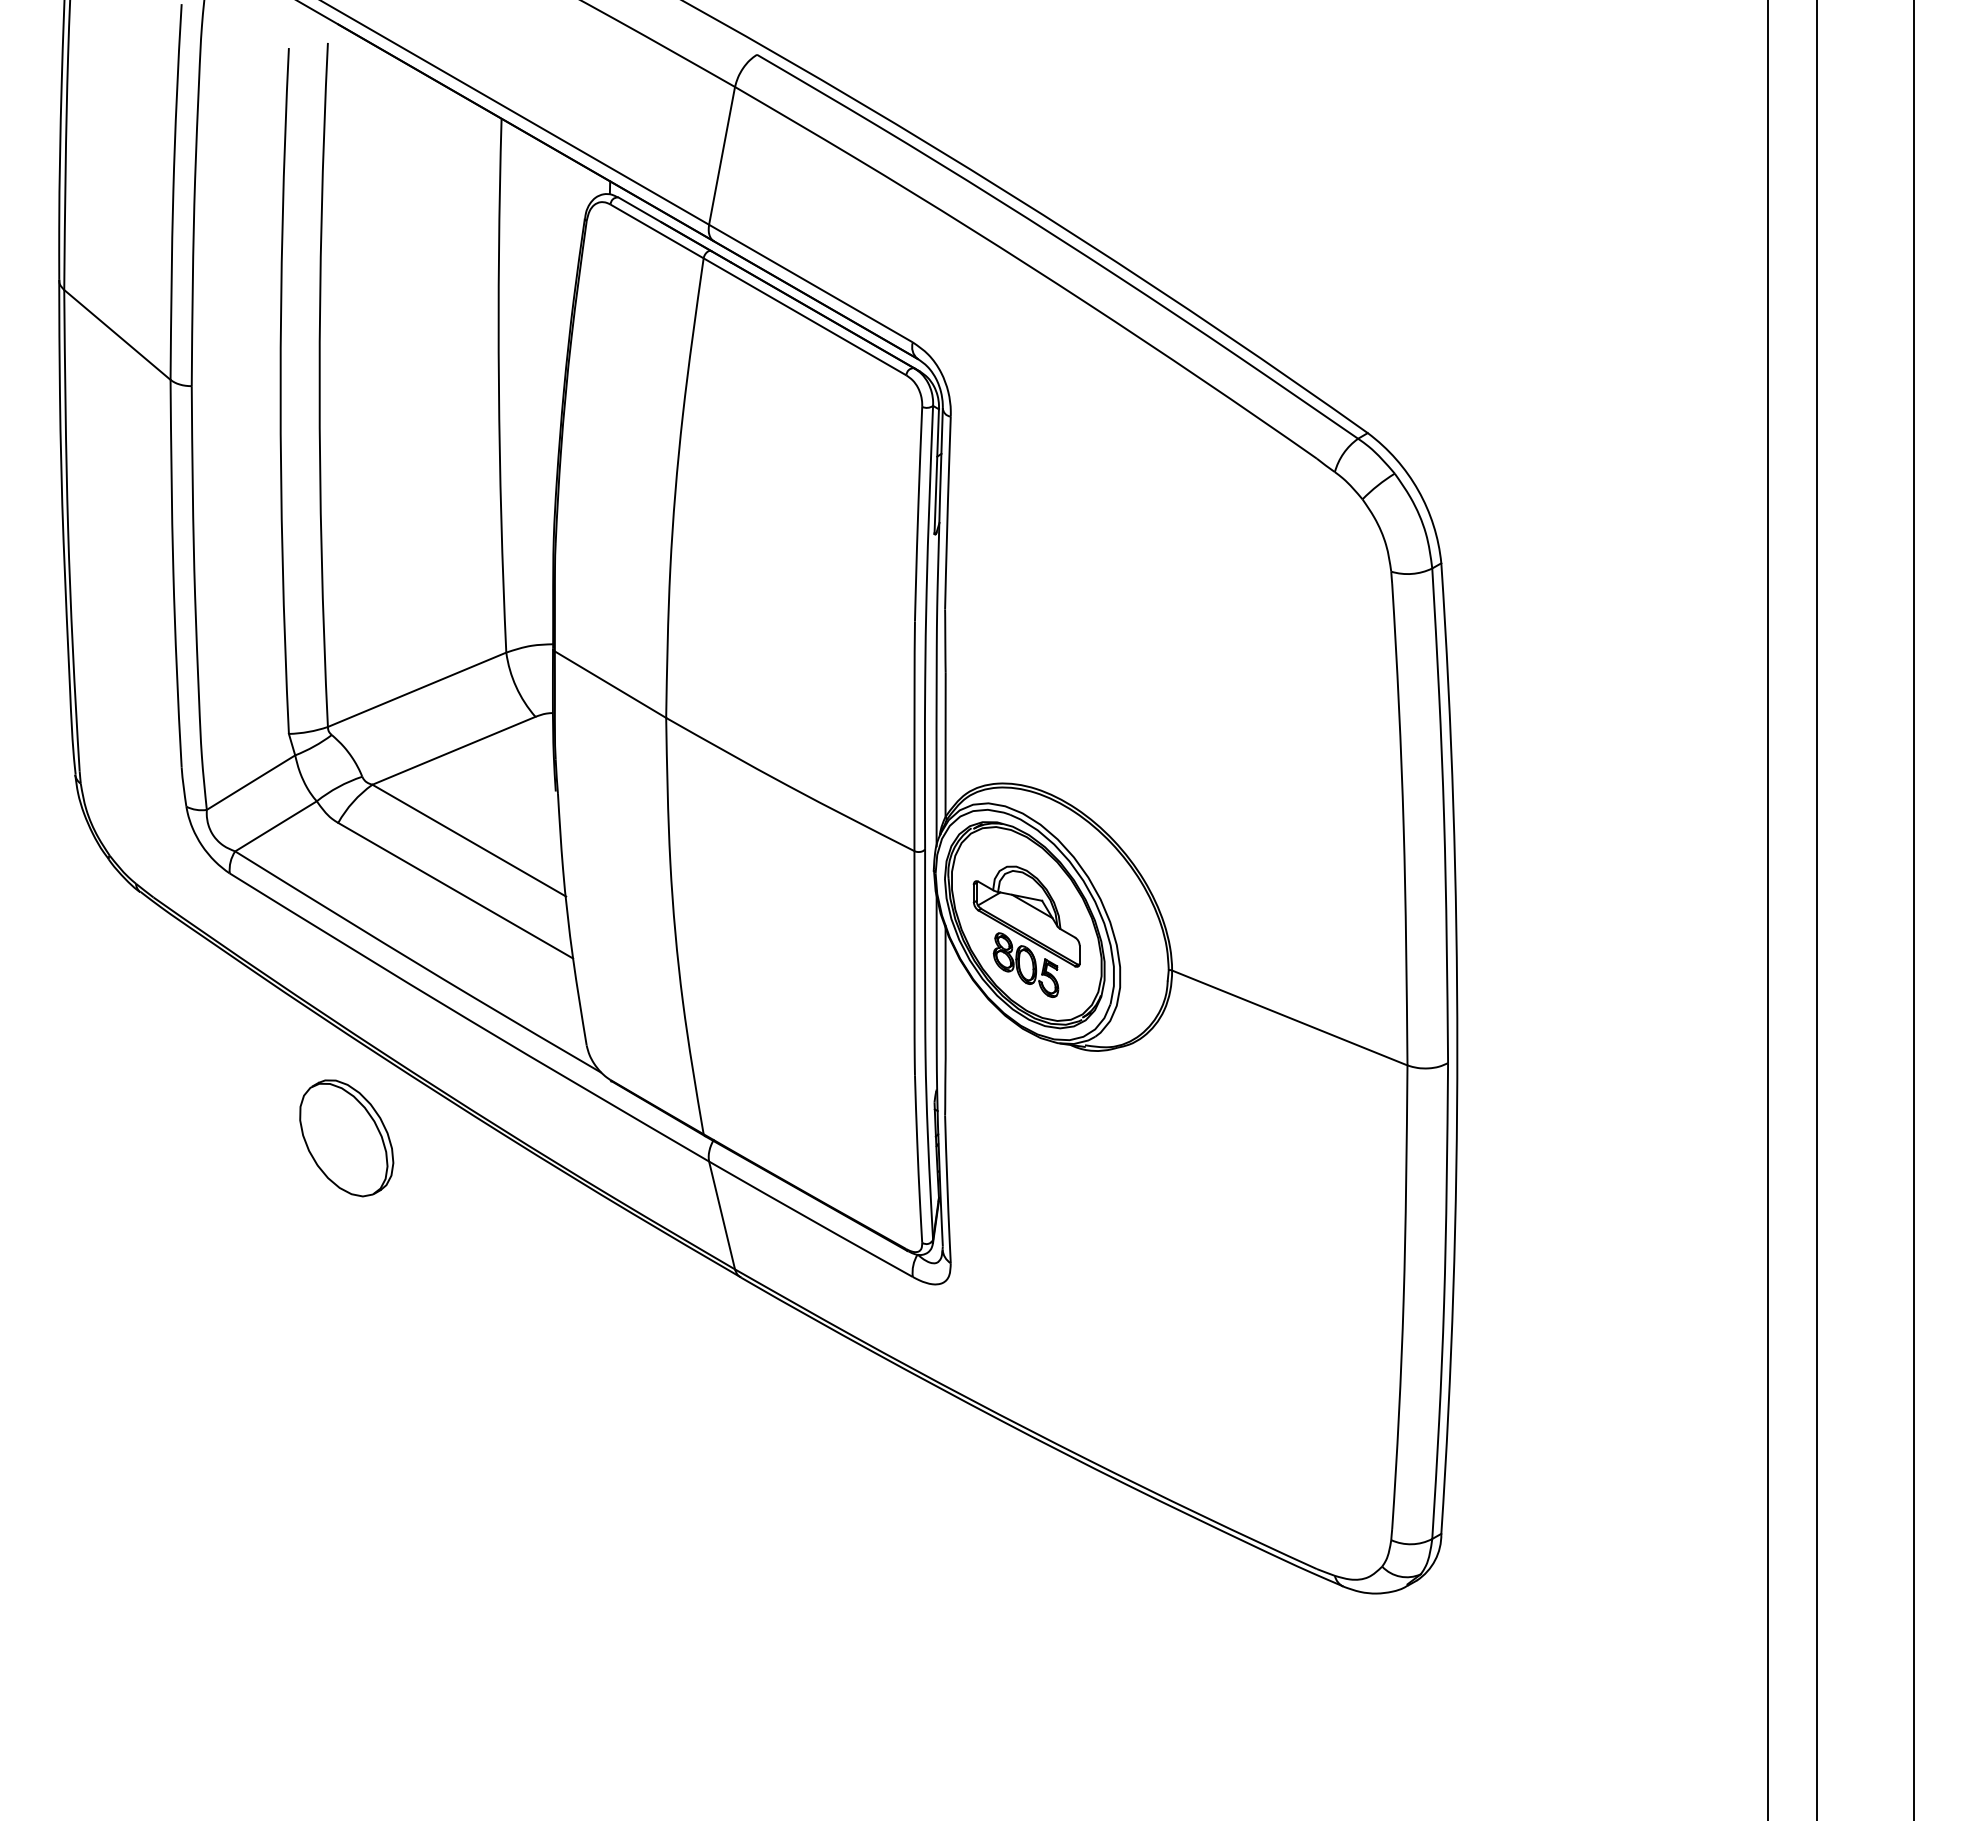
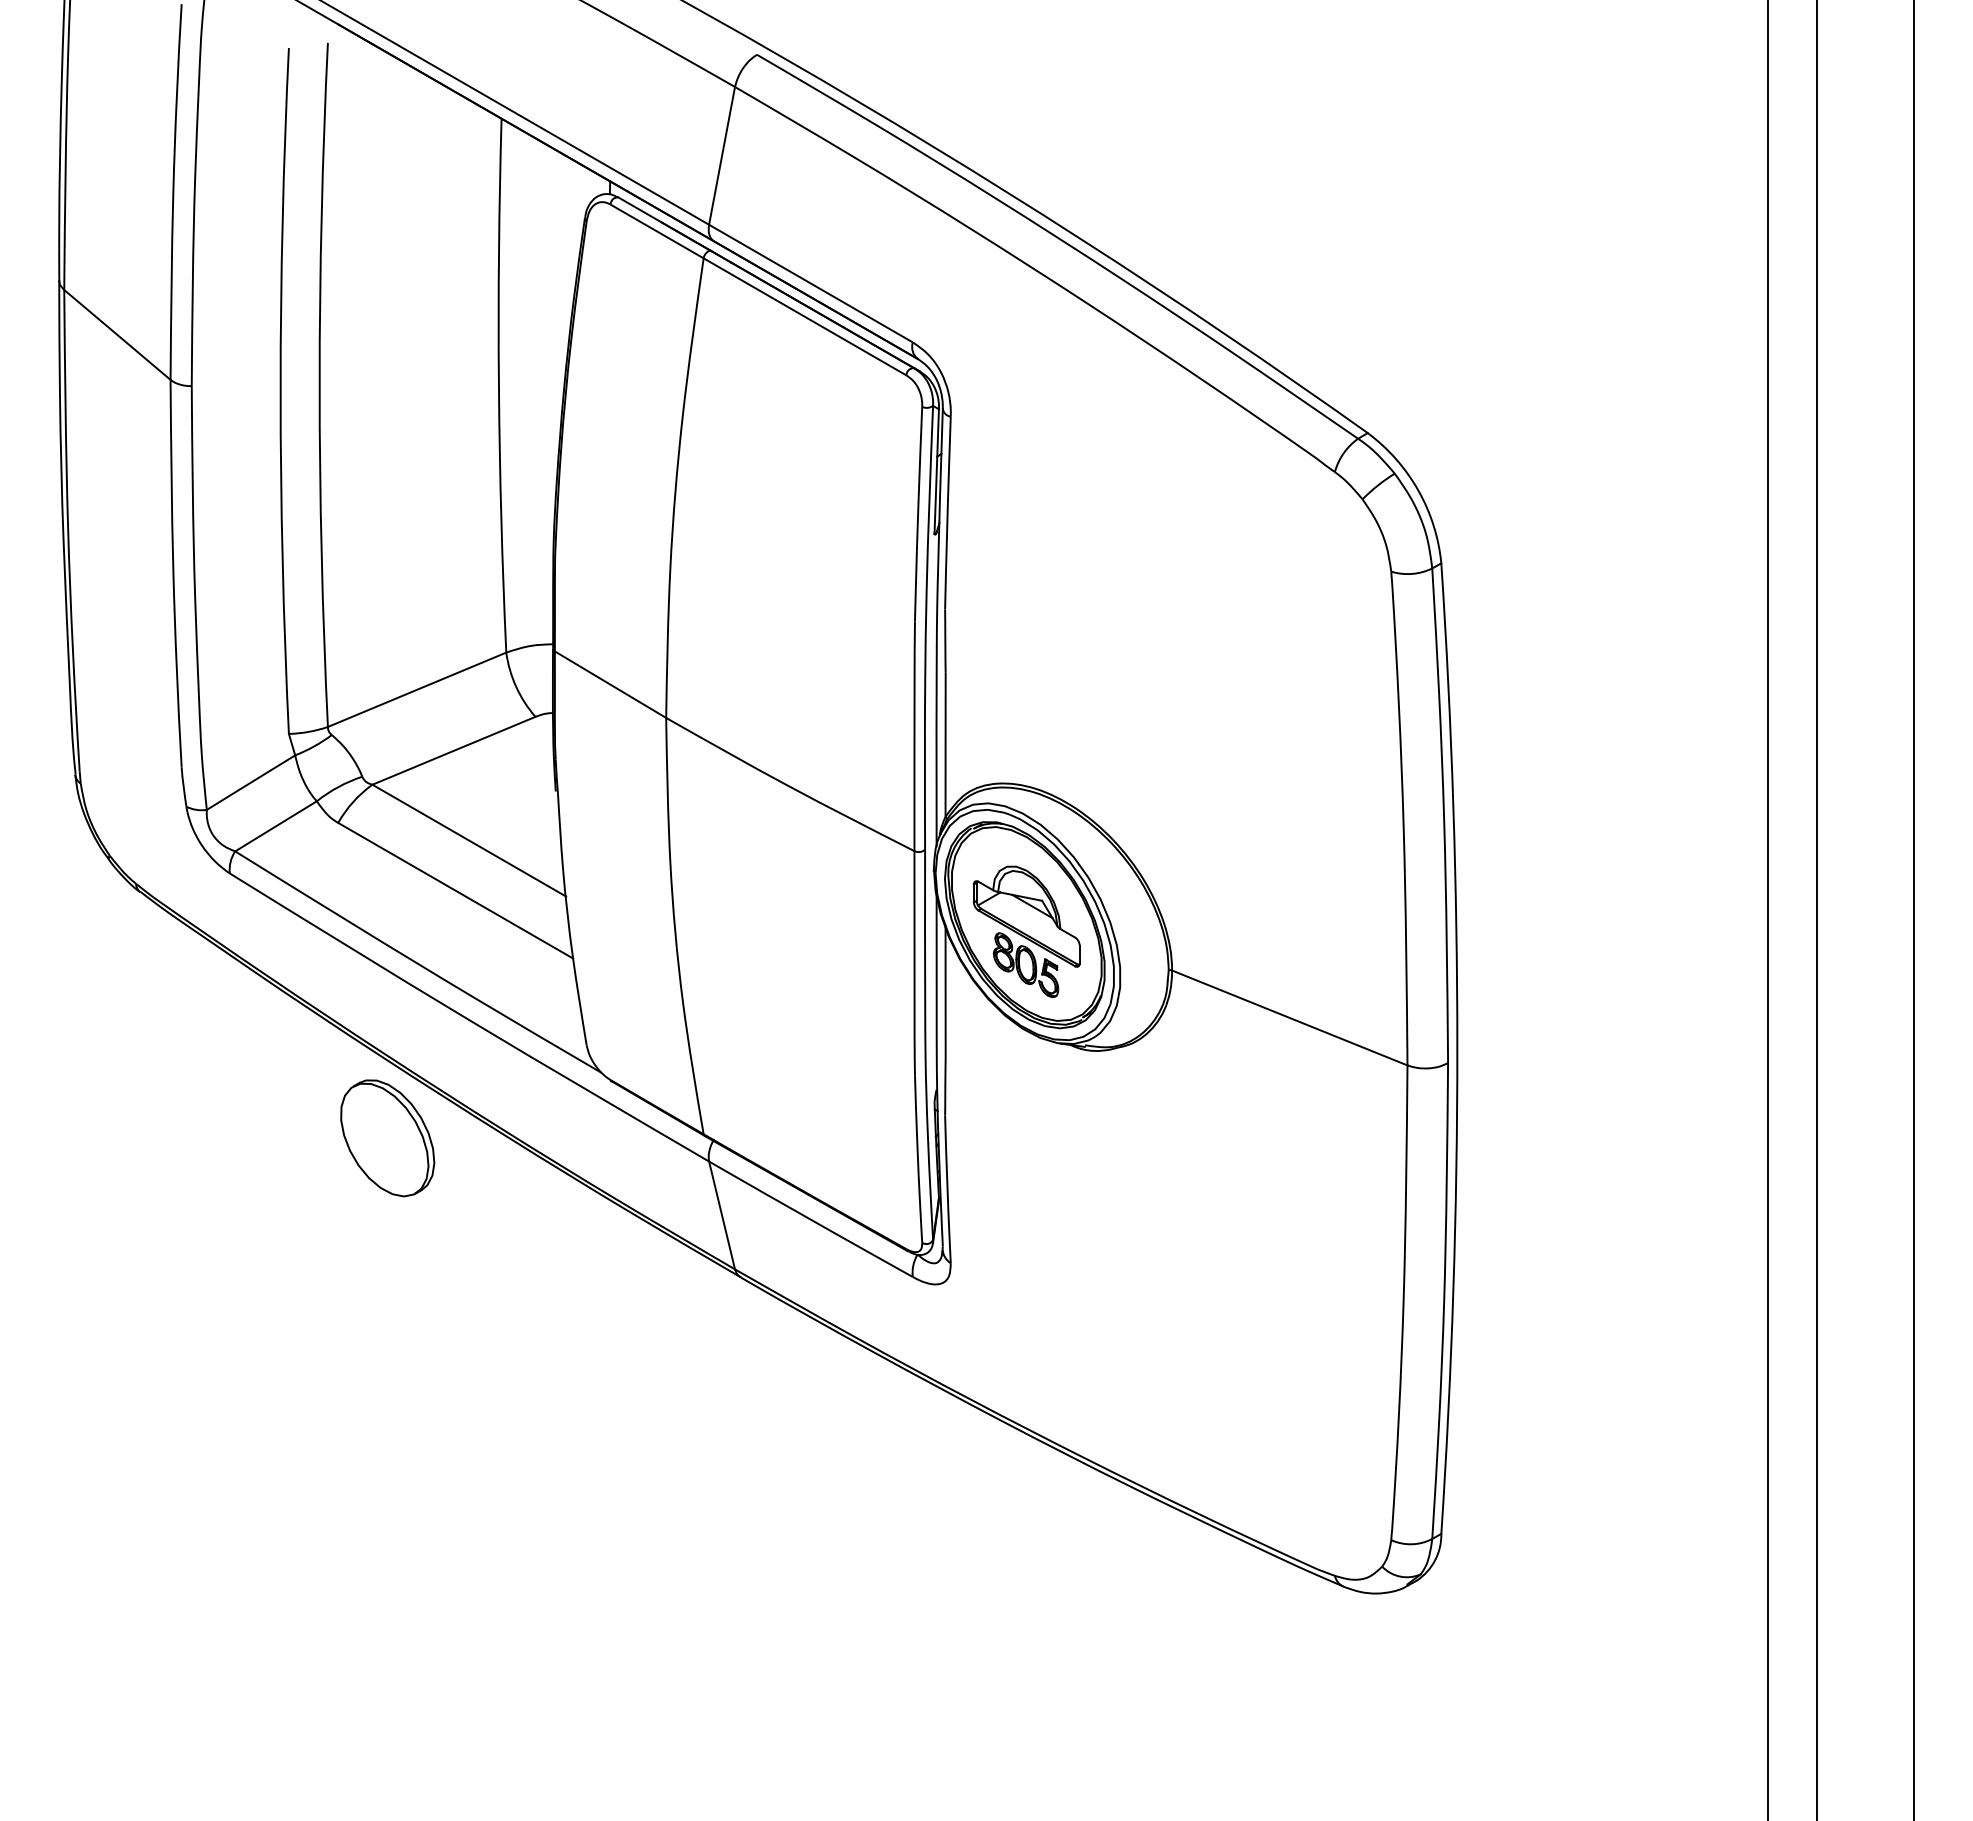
part at (346, 1138) position: (346, 1138) -> (387, 1138)
